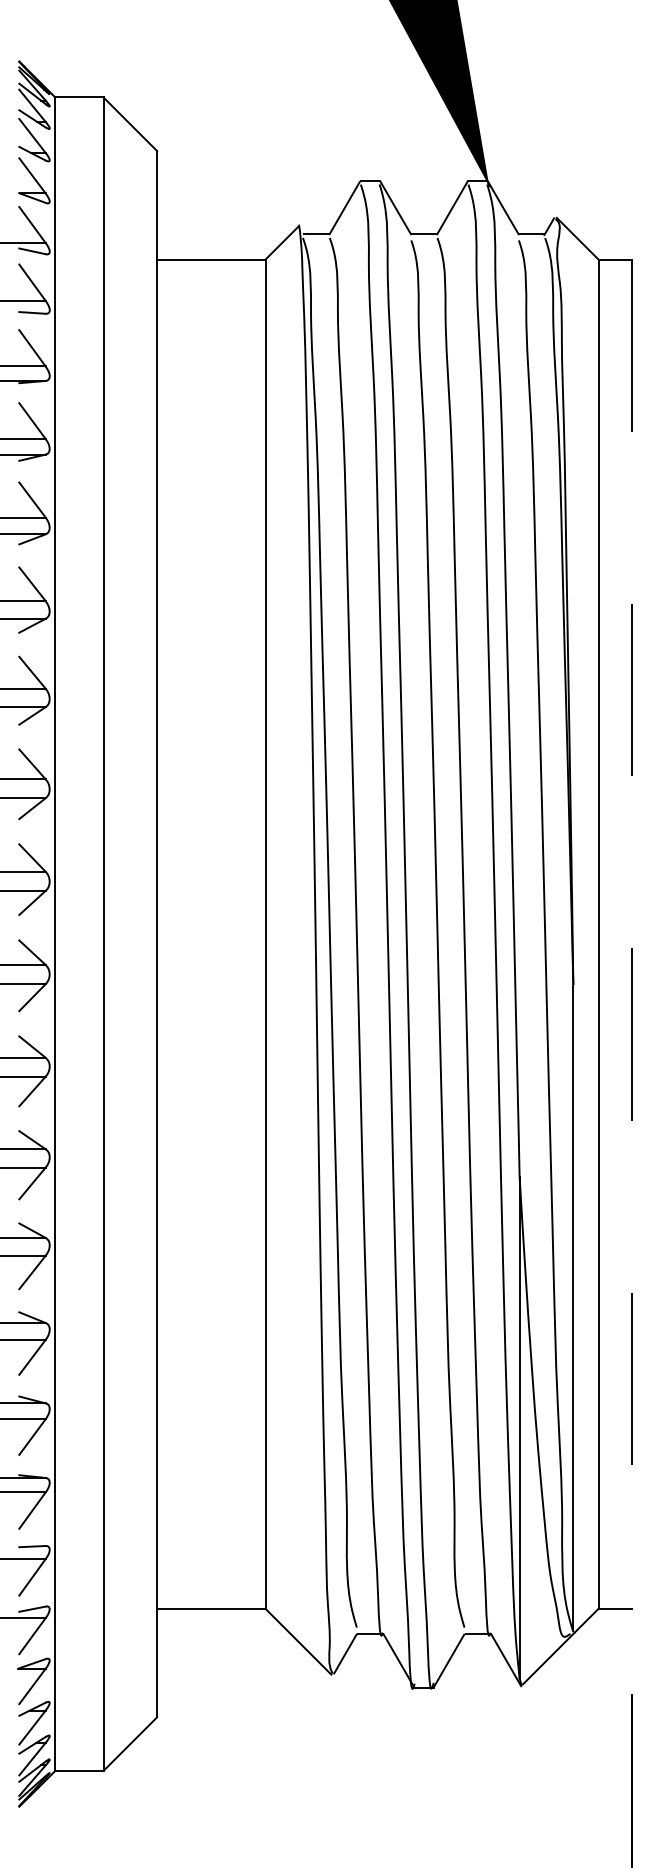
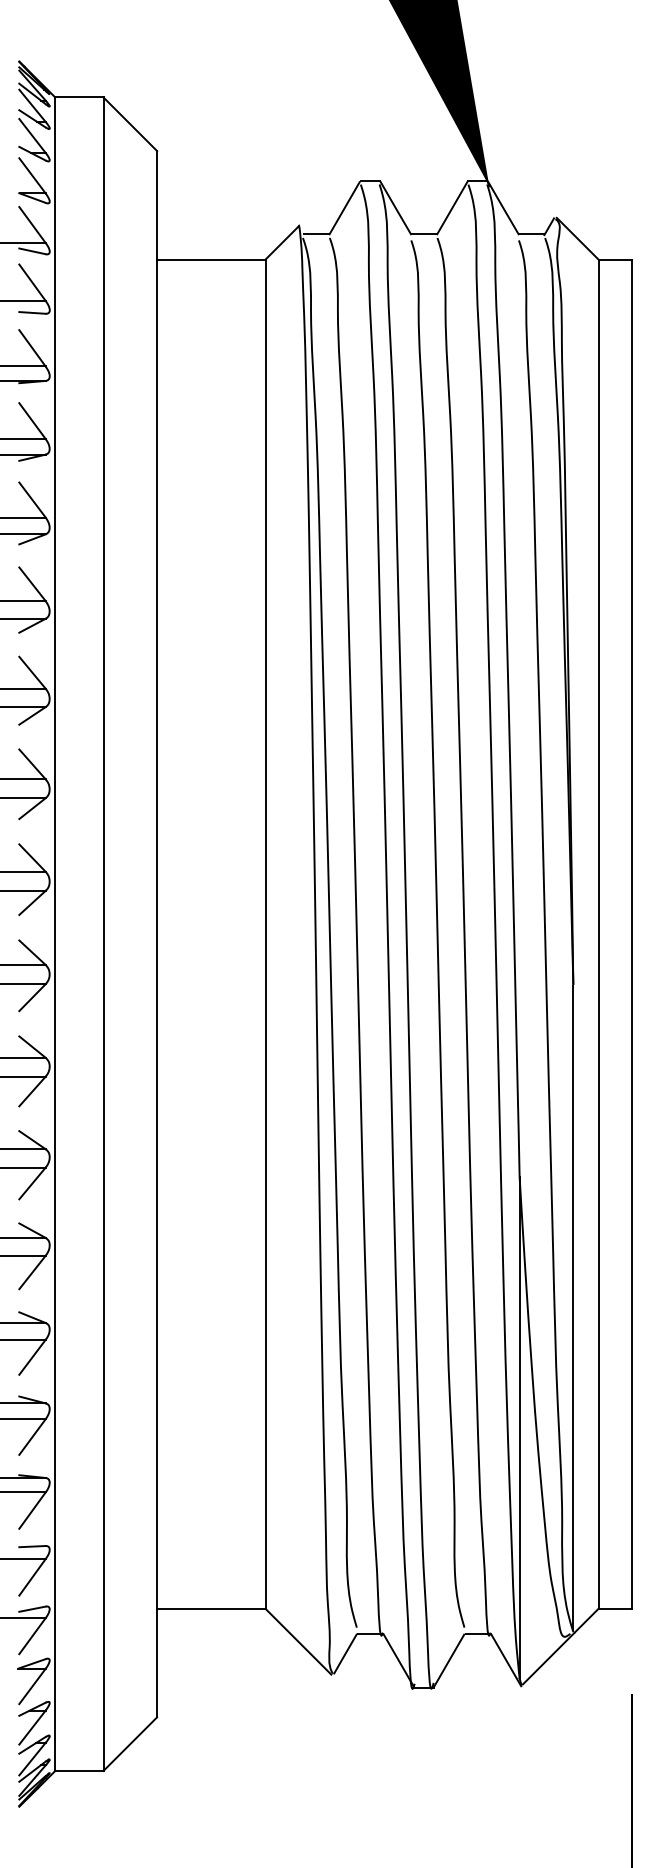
line at (632, 934): dashed -> solid
